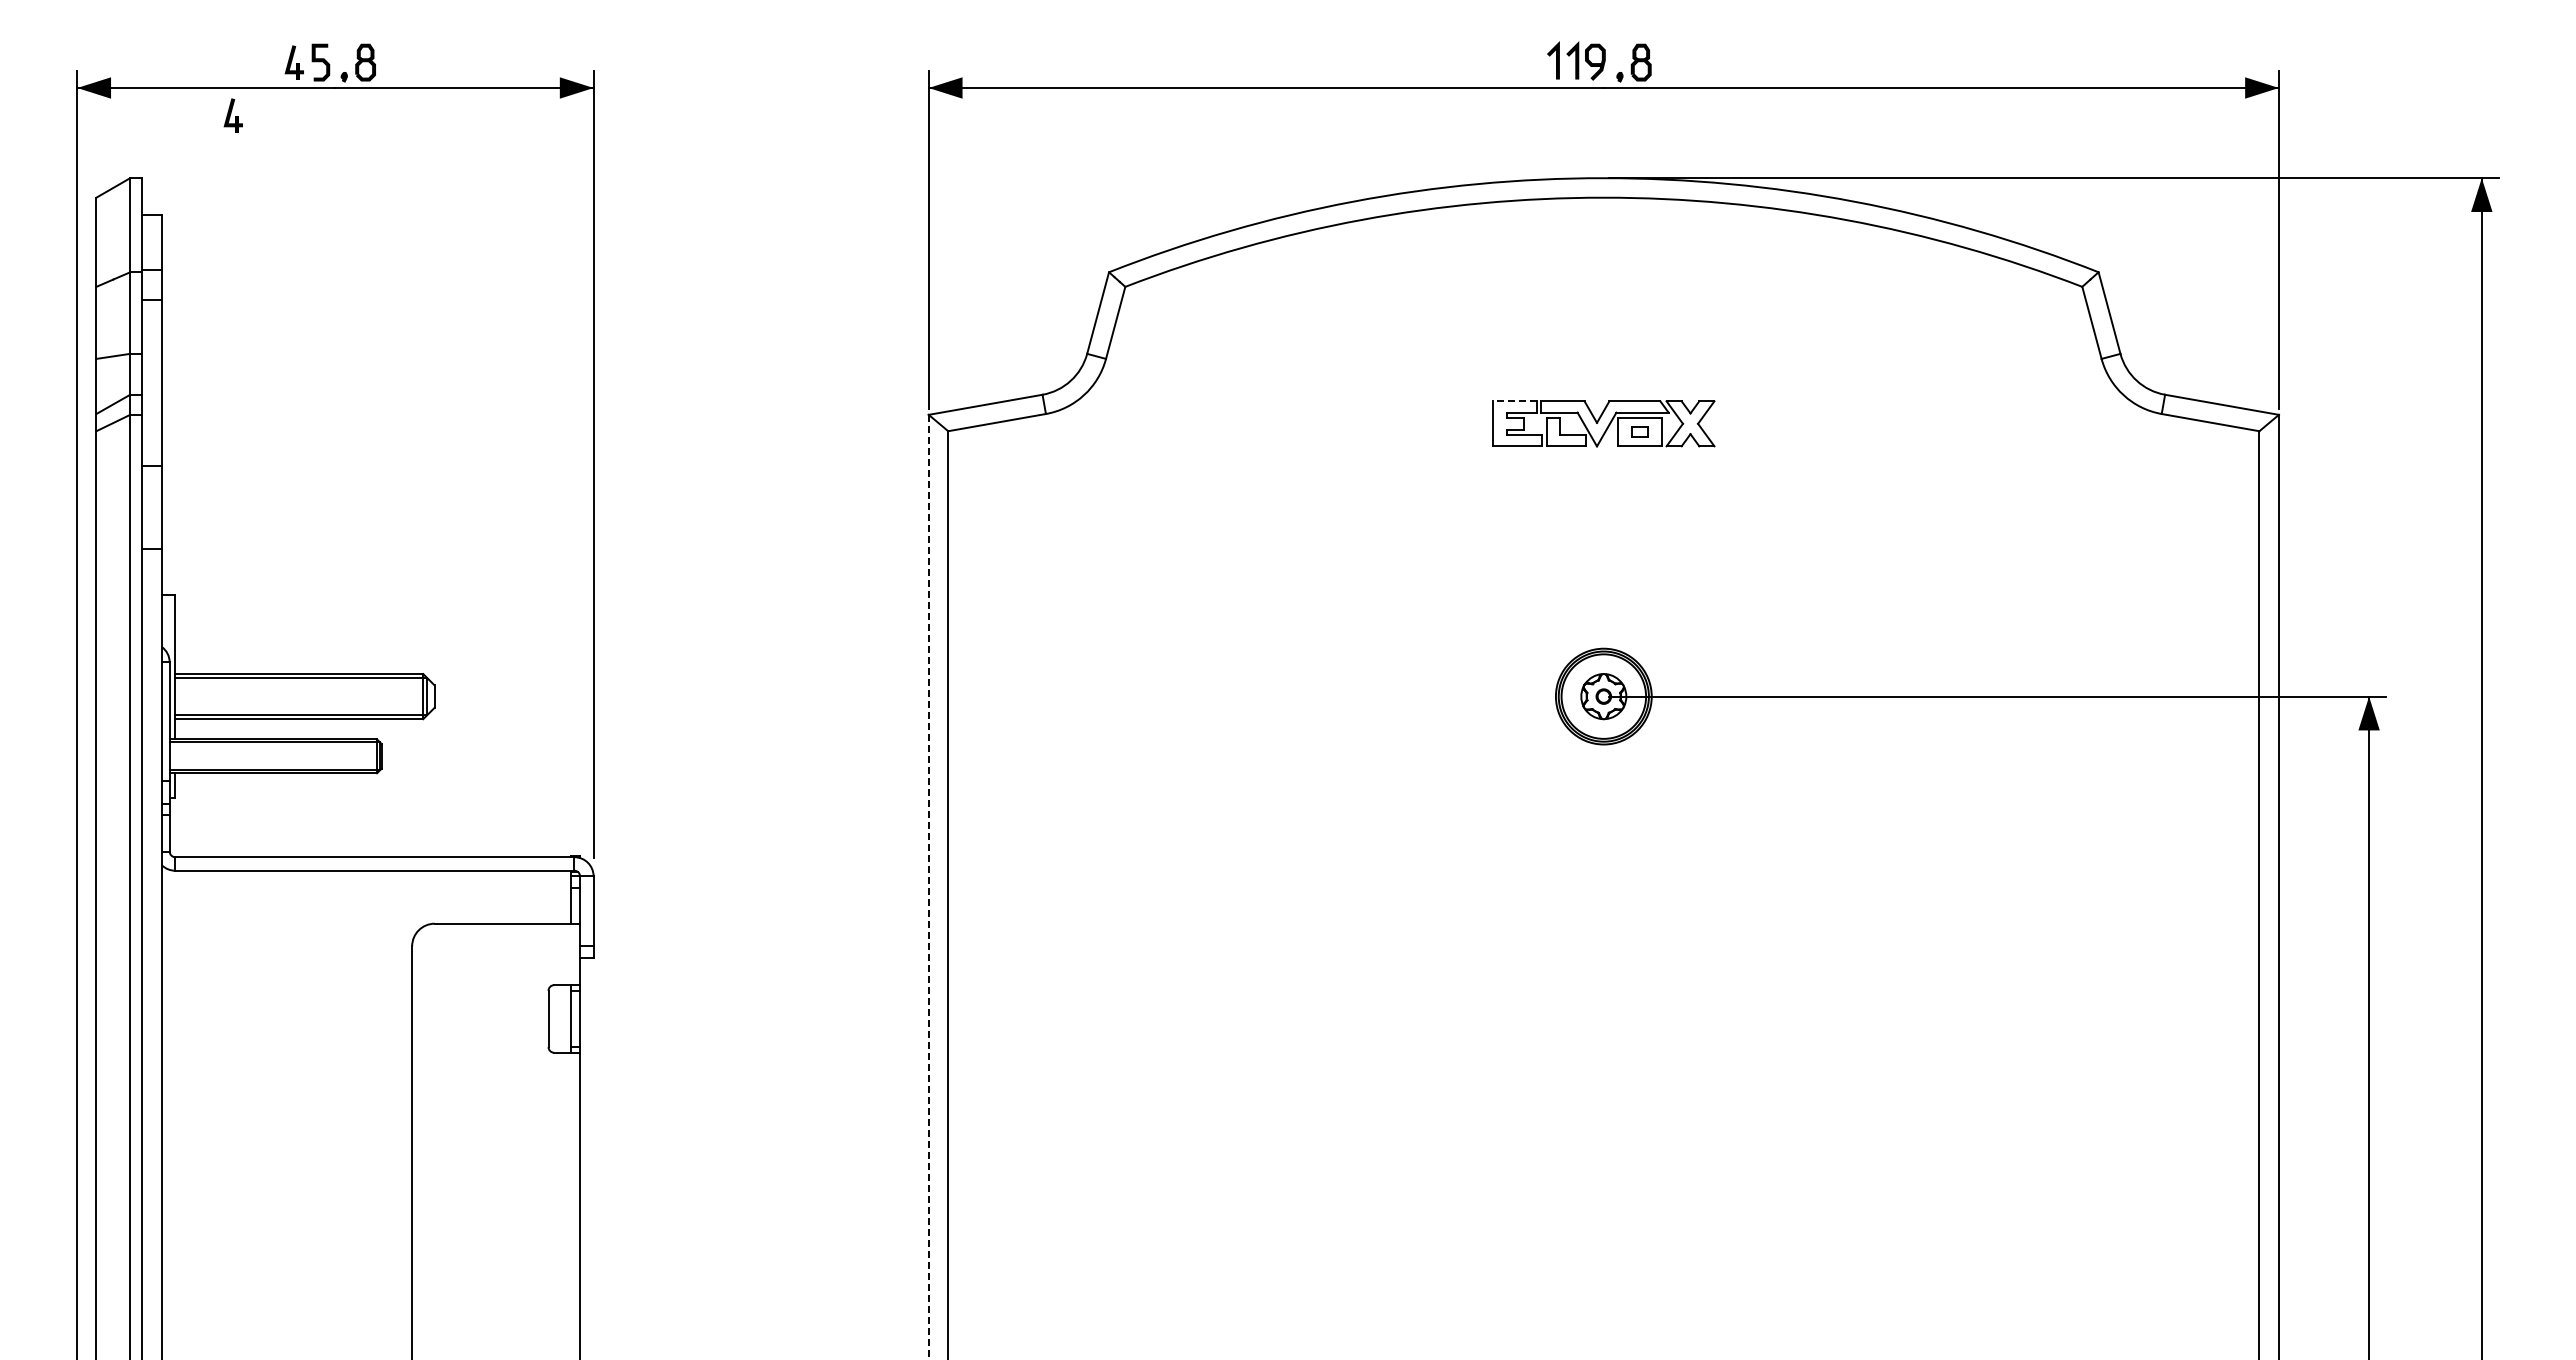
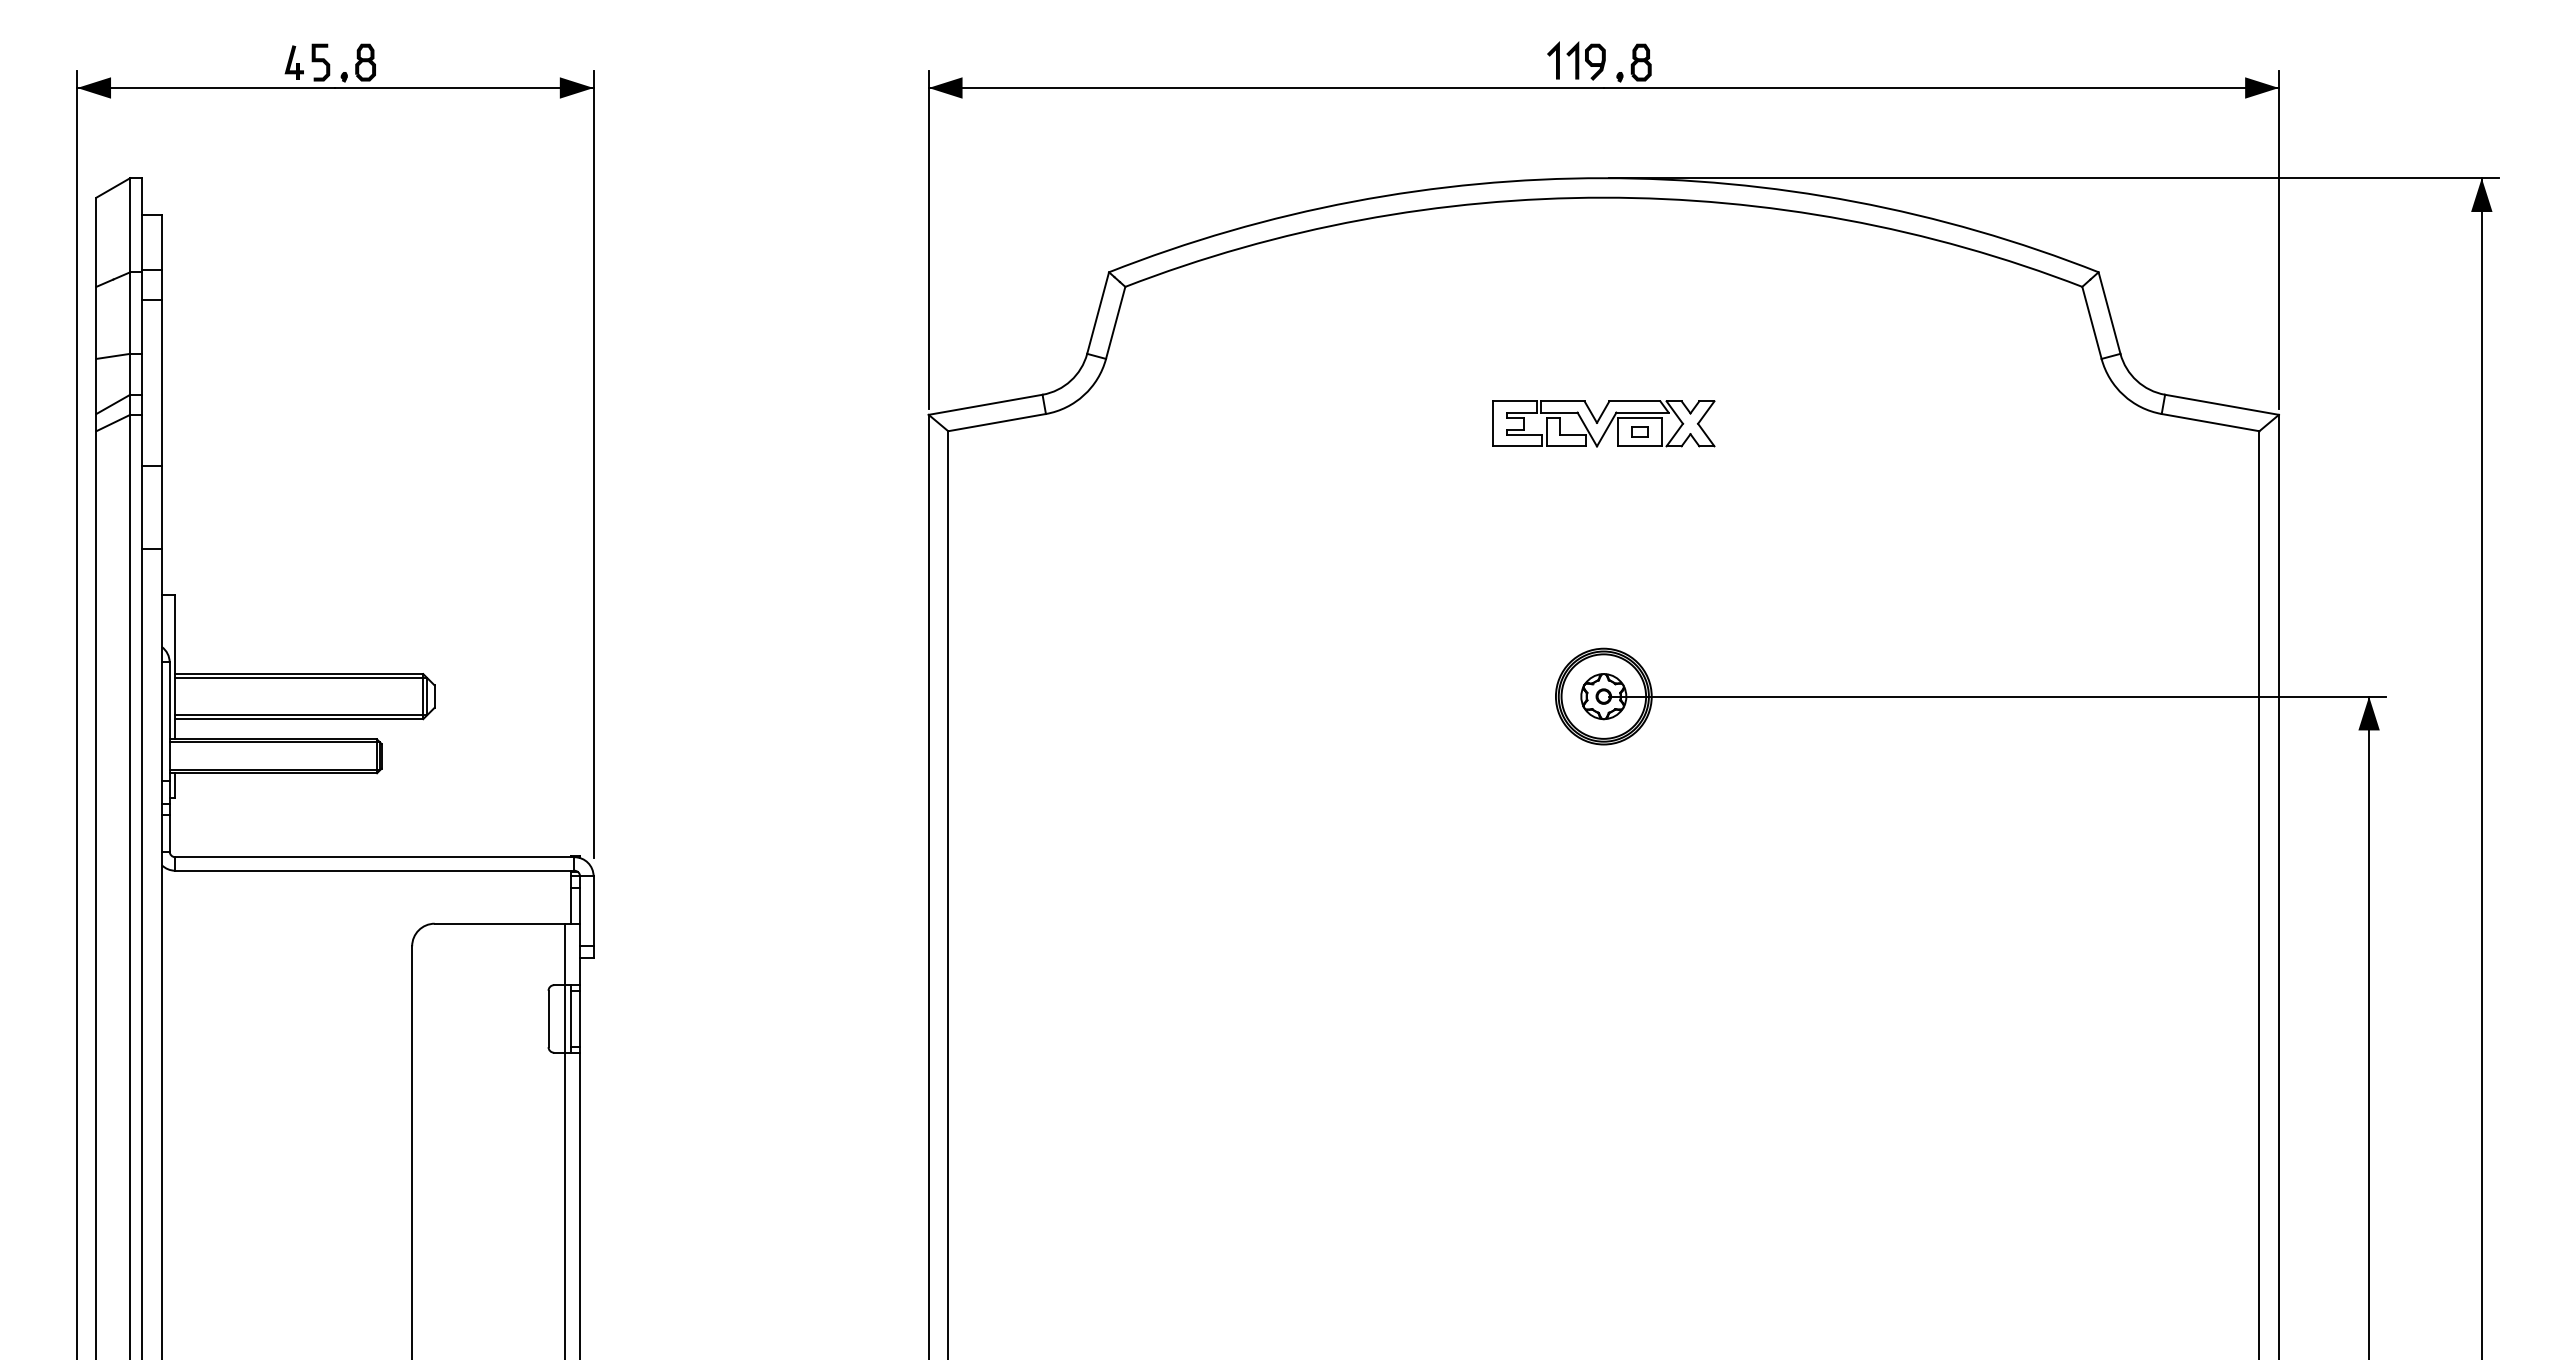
part at (232, 115): present -> none
line at (1514, 401): dashed -> solid
line at (928, 887): dashed -> solid
line at (565, 1139): none -> present
